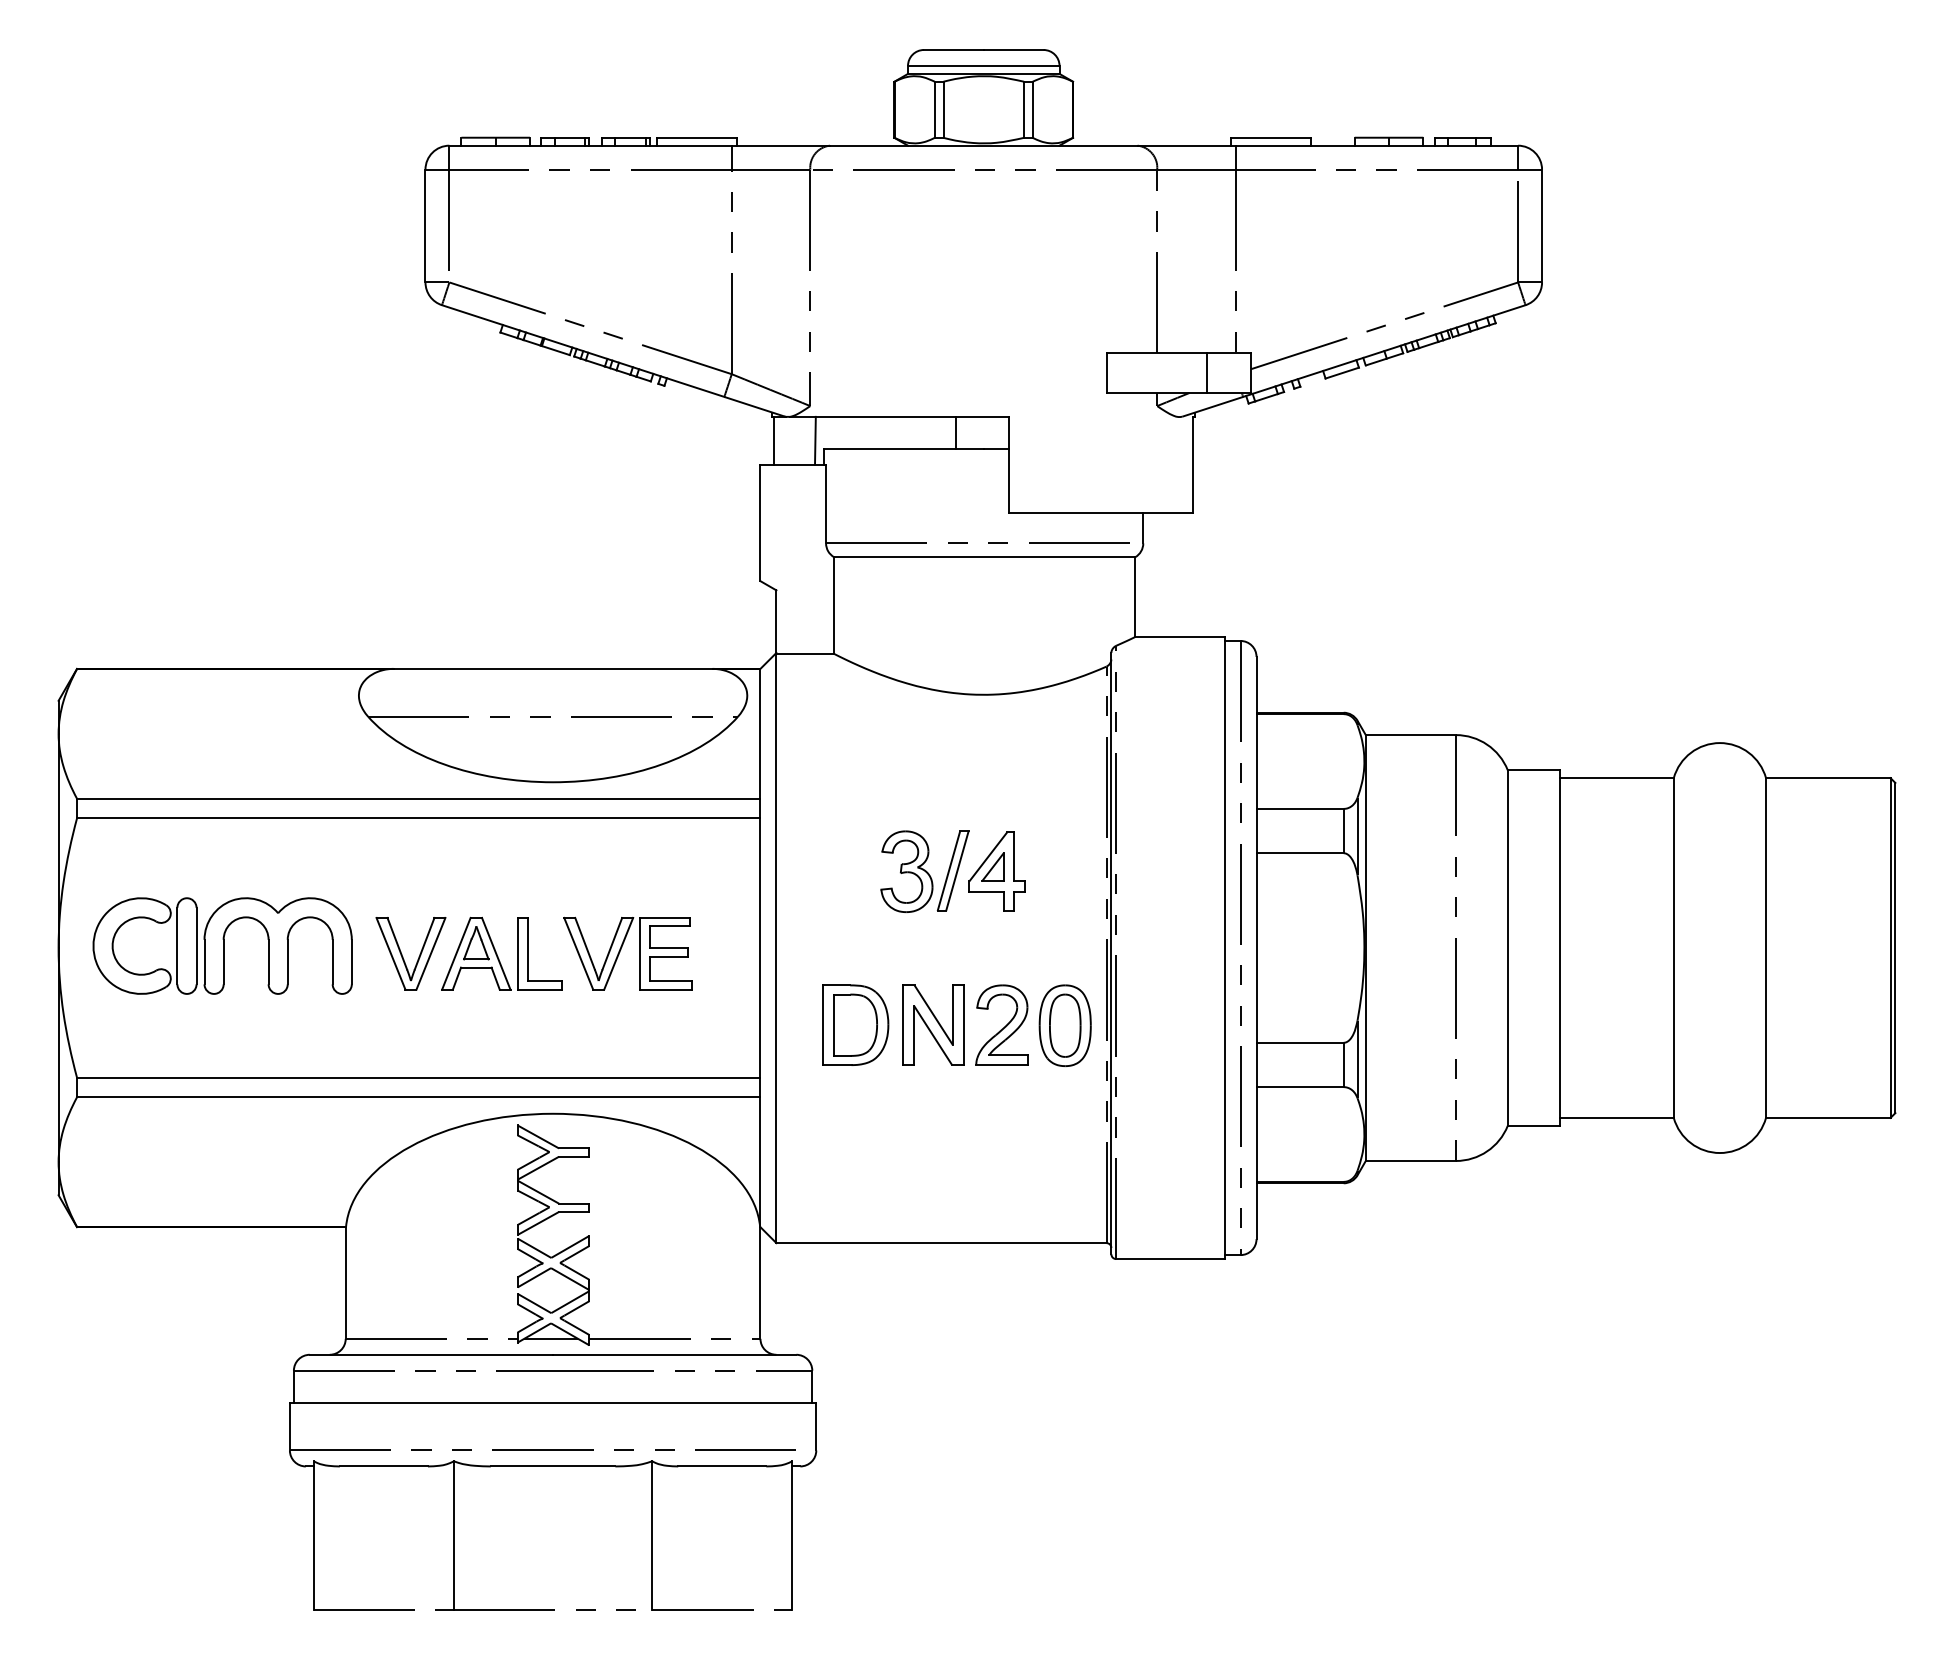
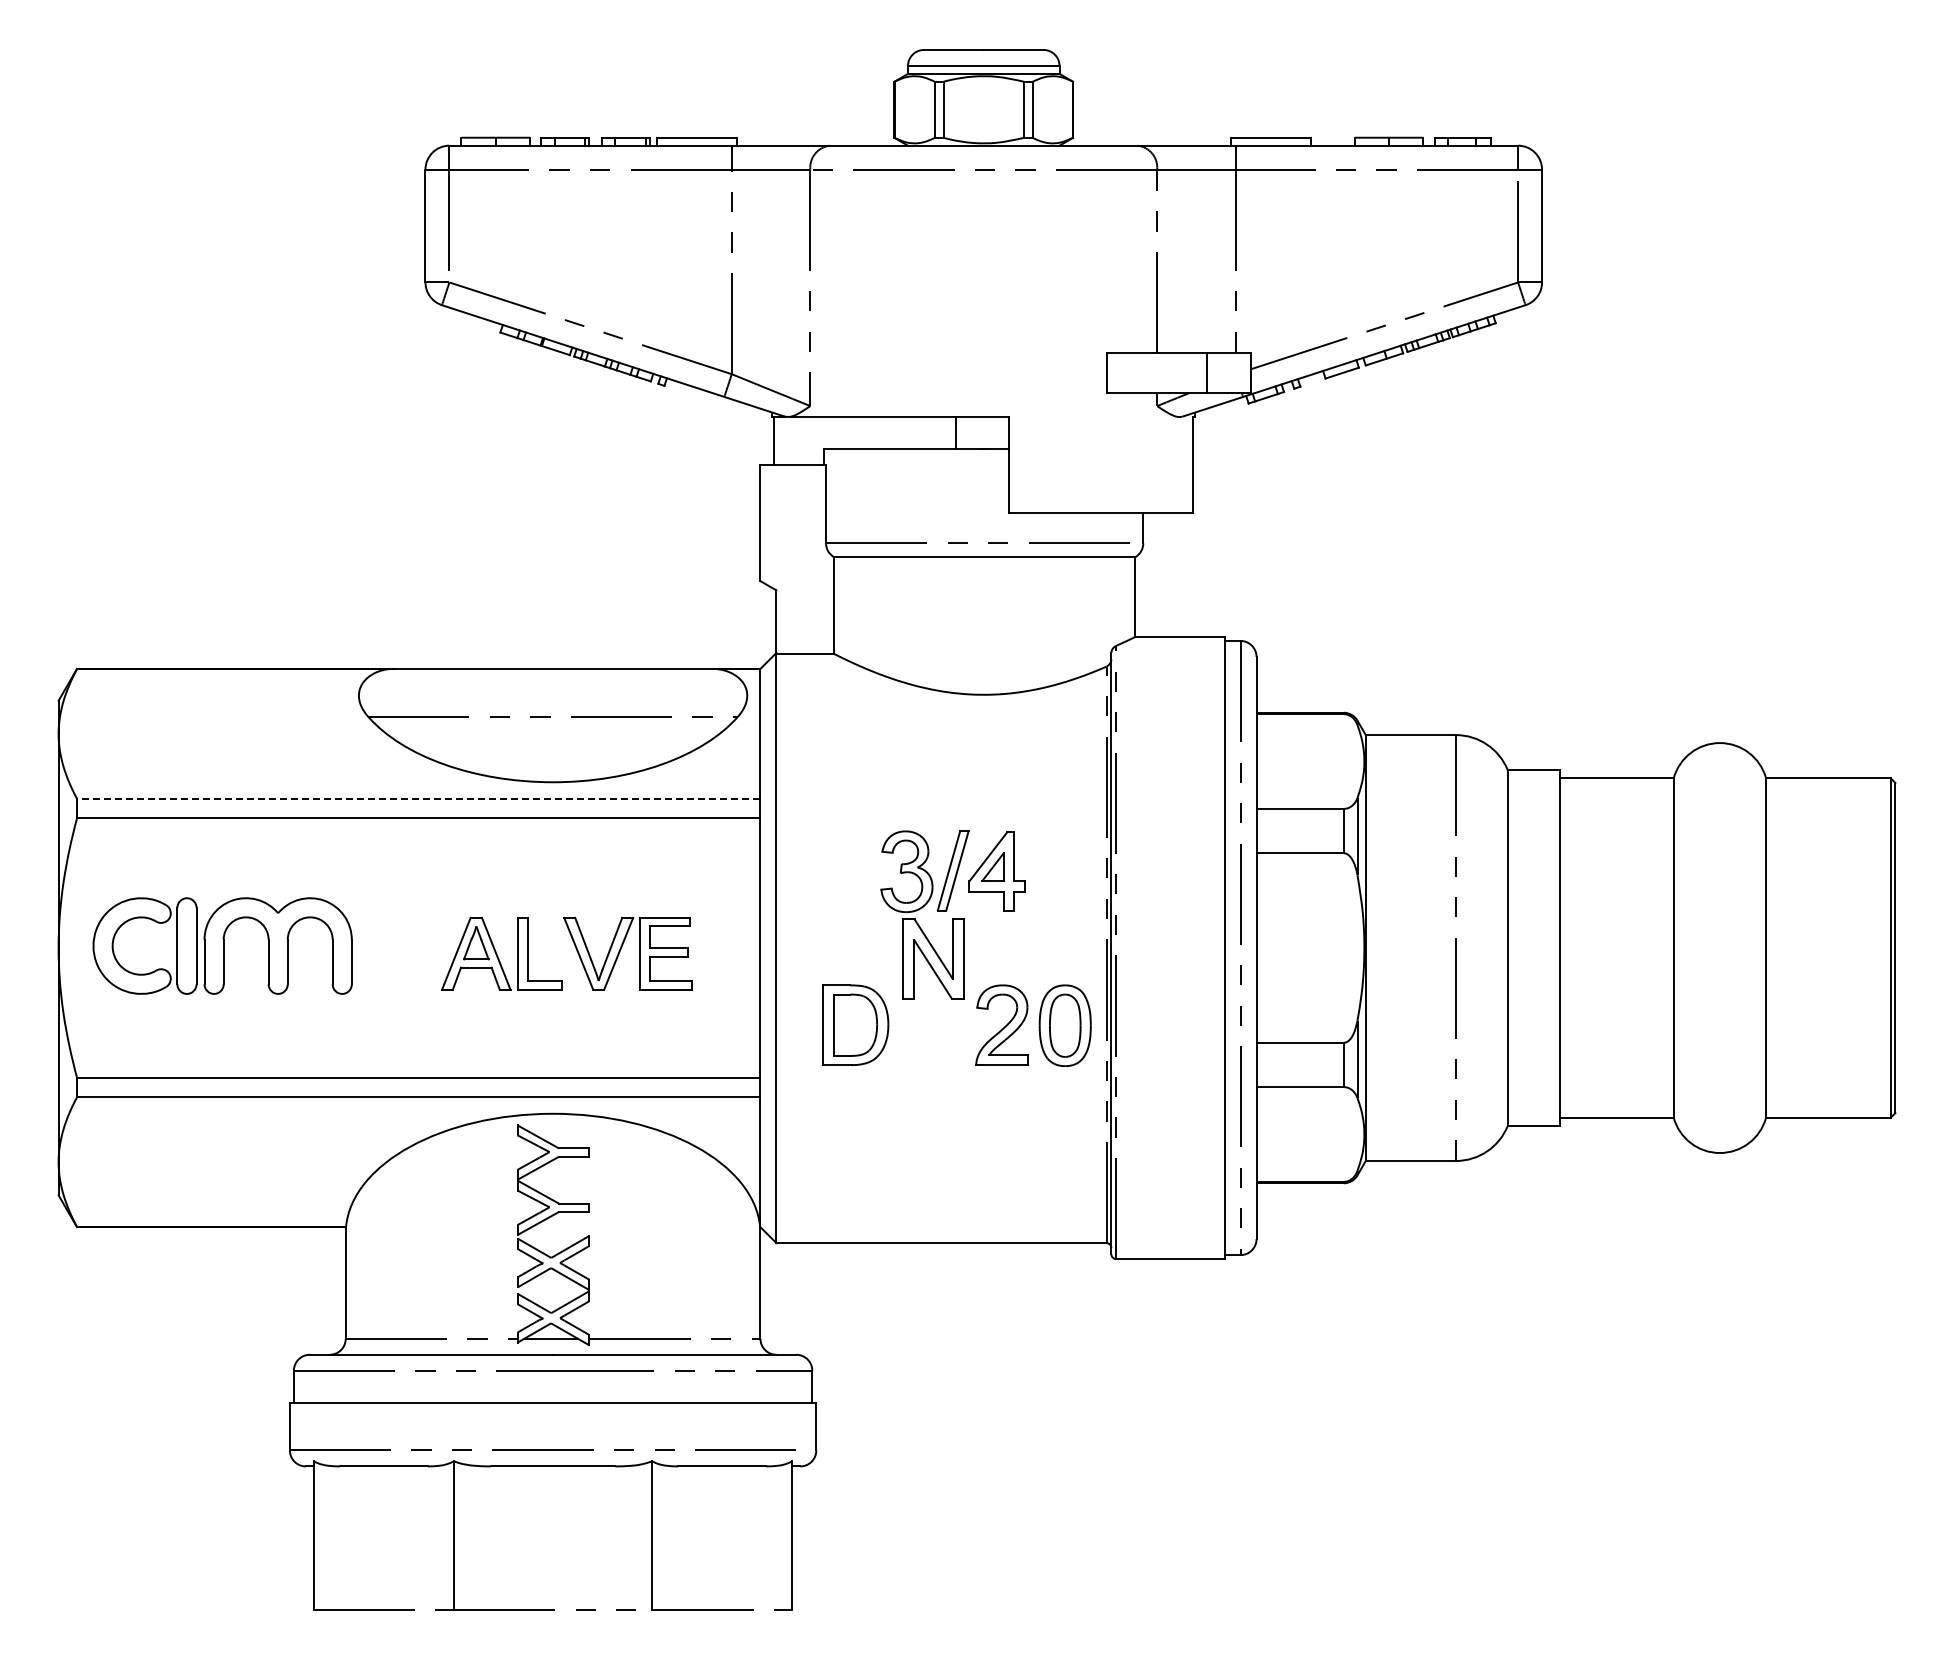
line at (815, 440): present -> none
line at (418, 798): solid -> dashed
part at (403, 956): present -> none
part at (933, 1024) position: (933, 1024) -> (933, 958)
